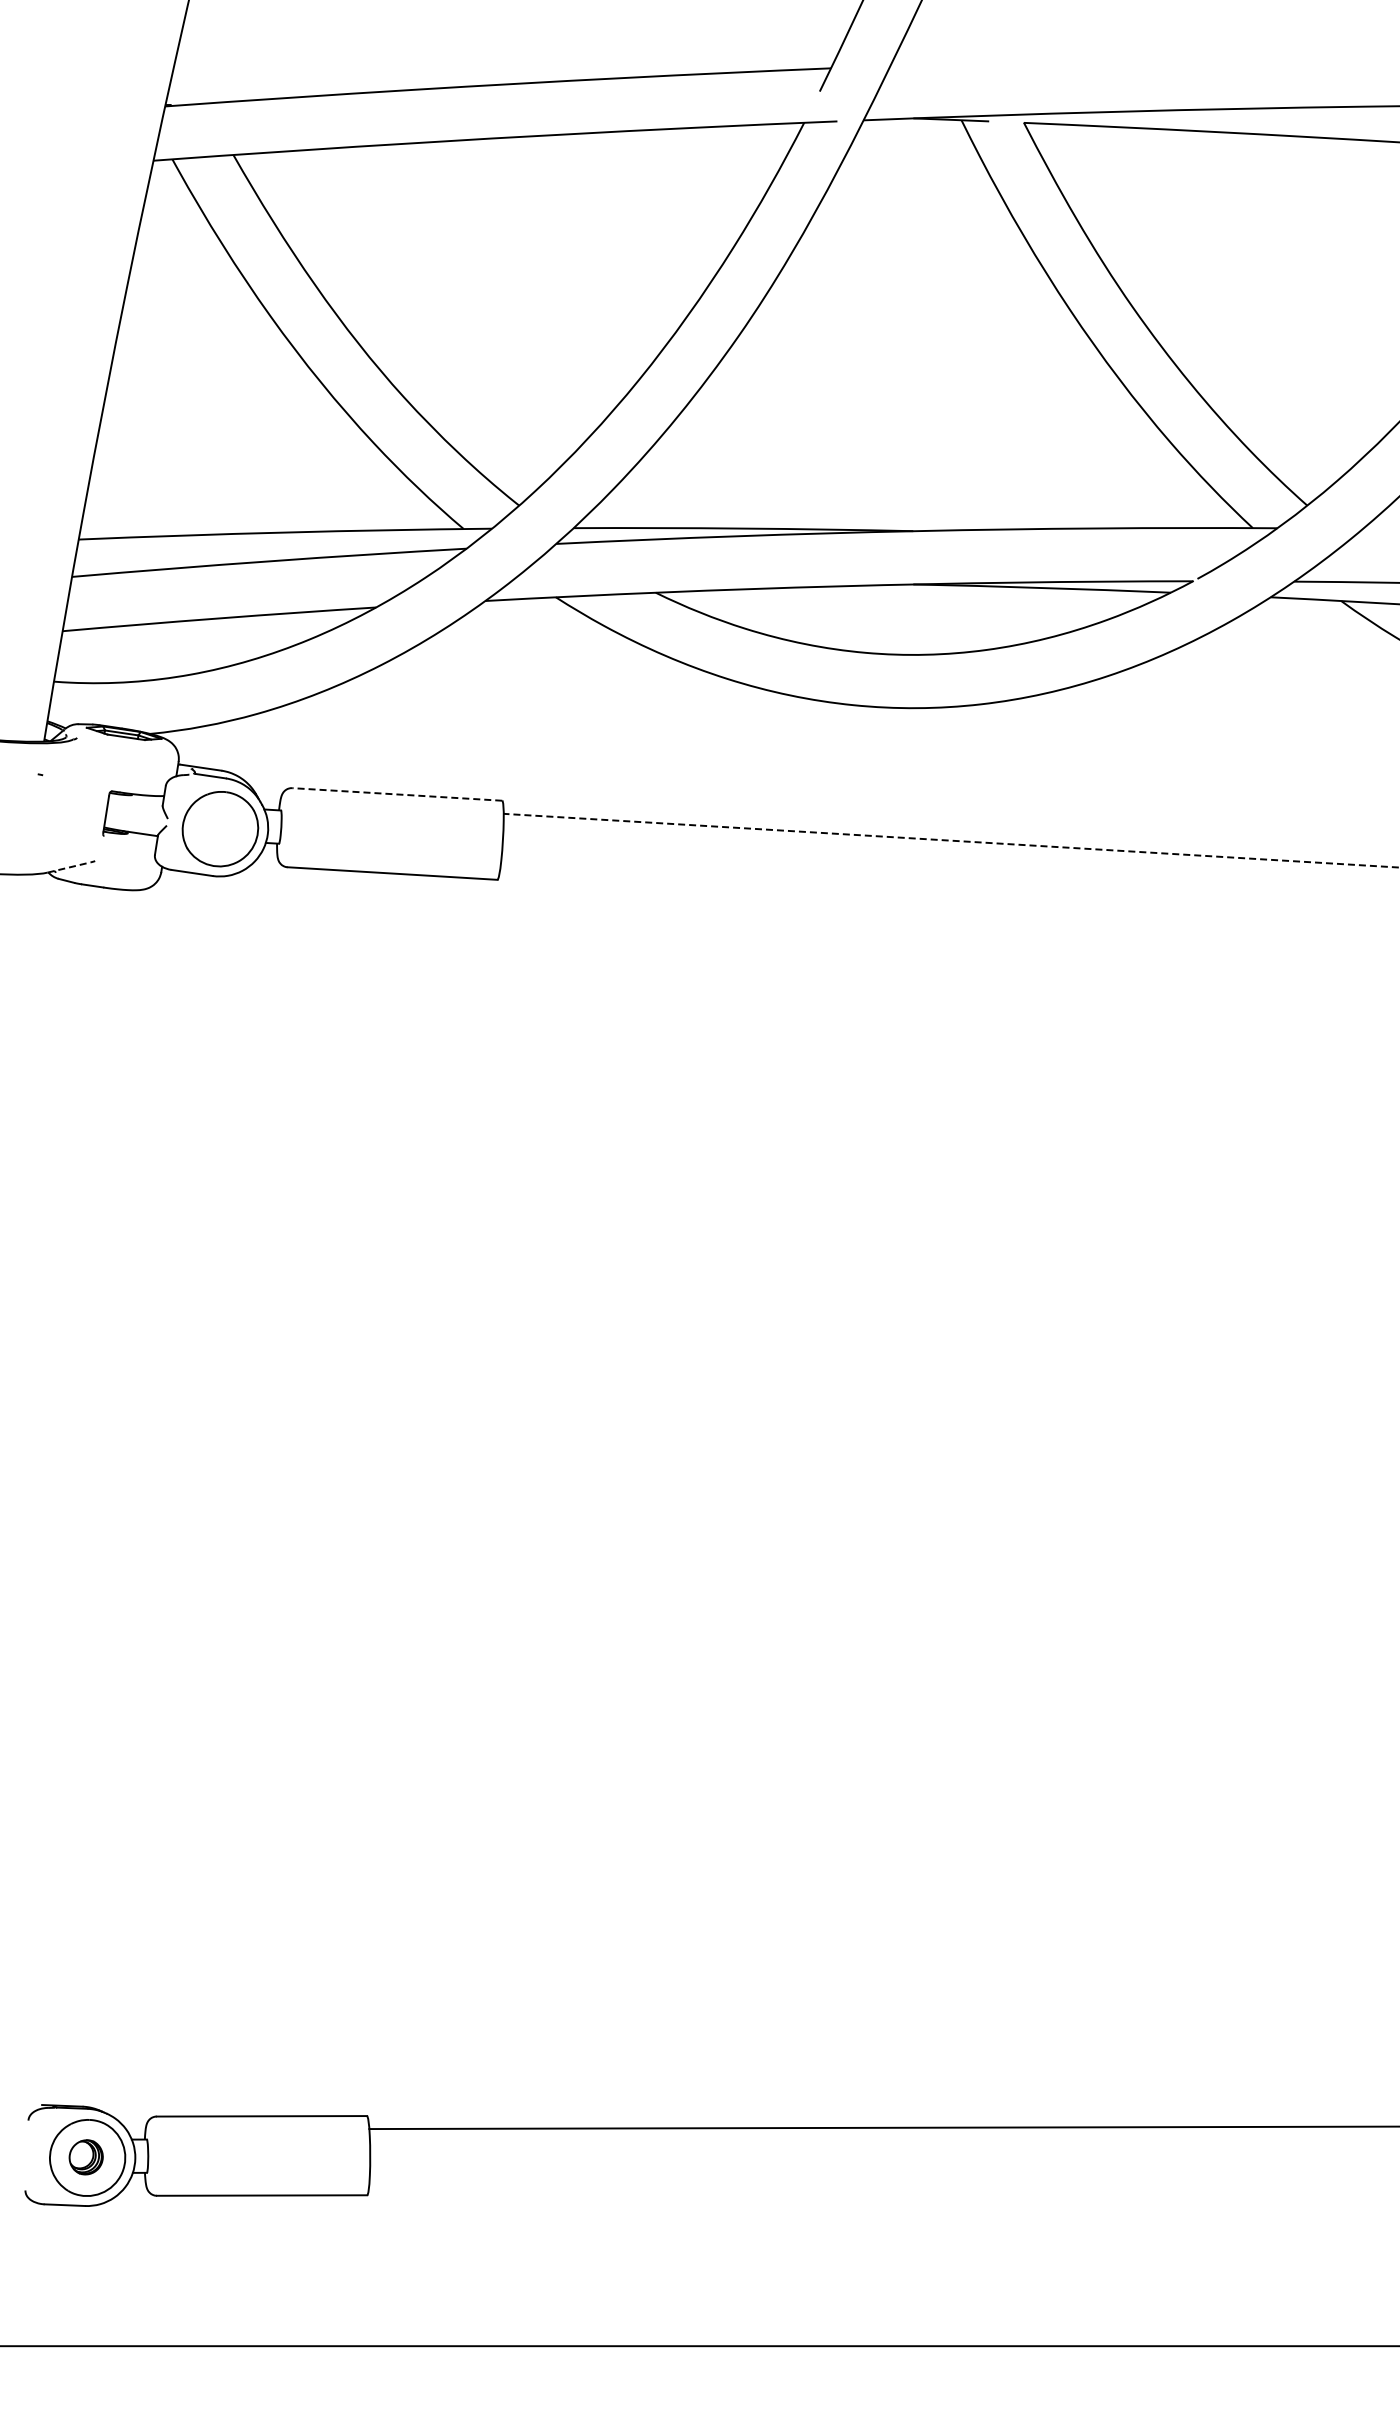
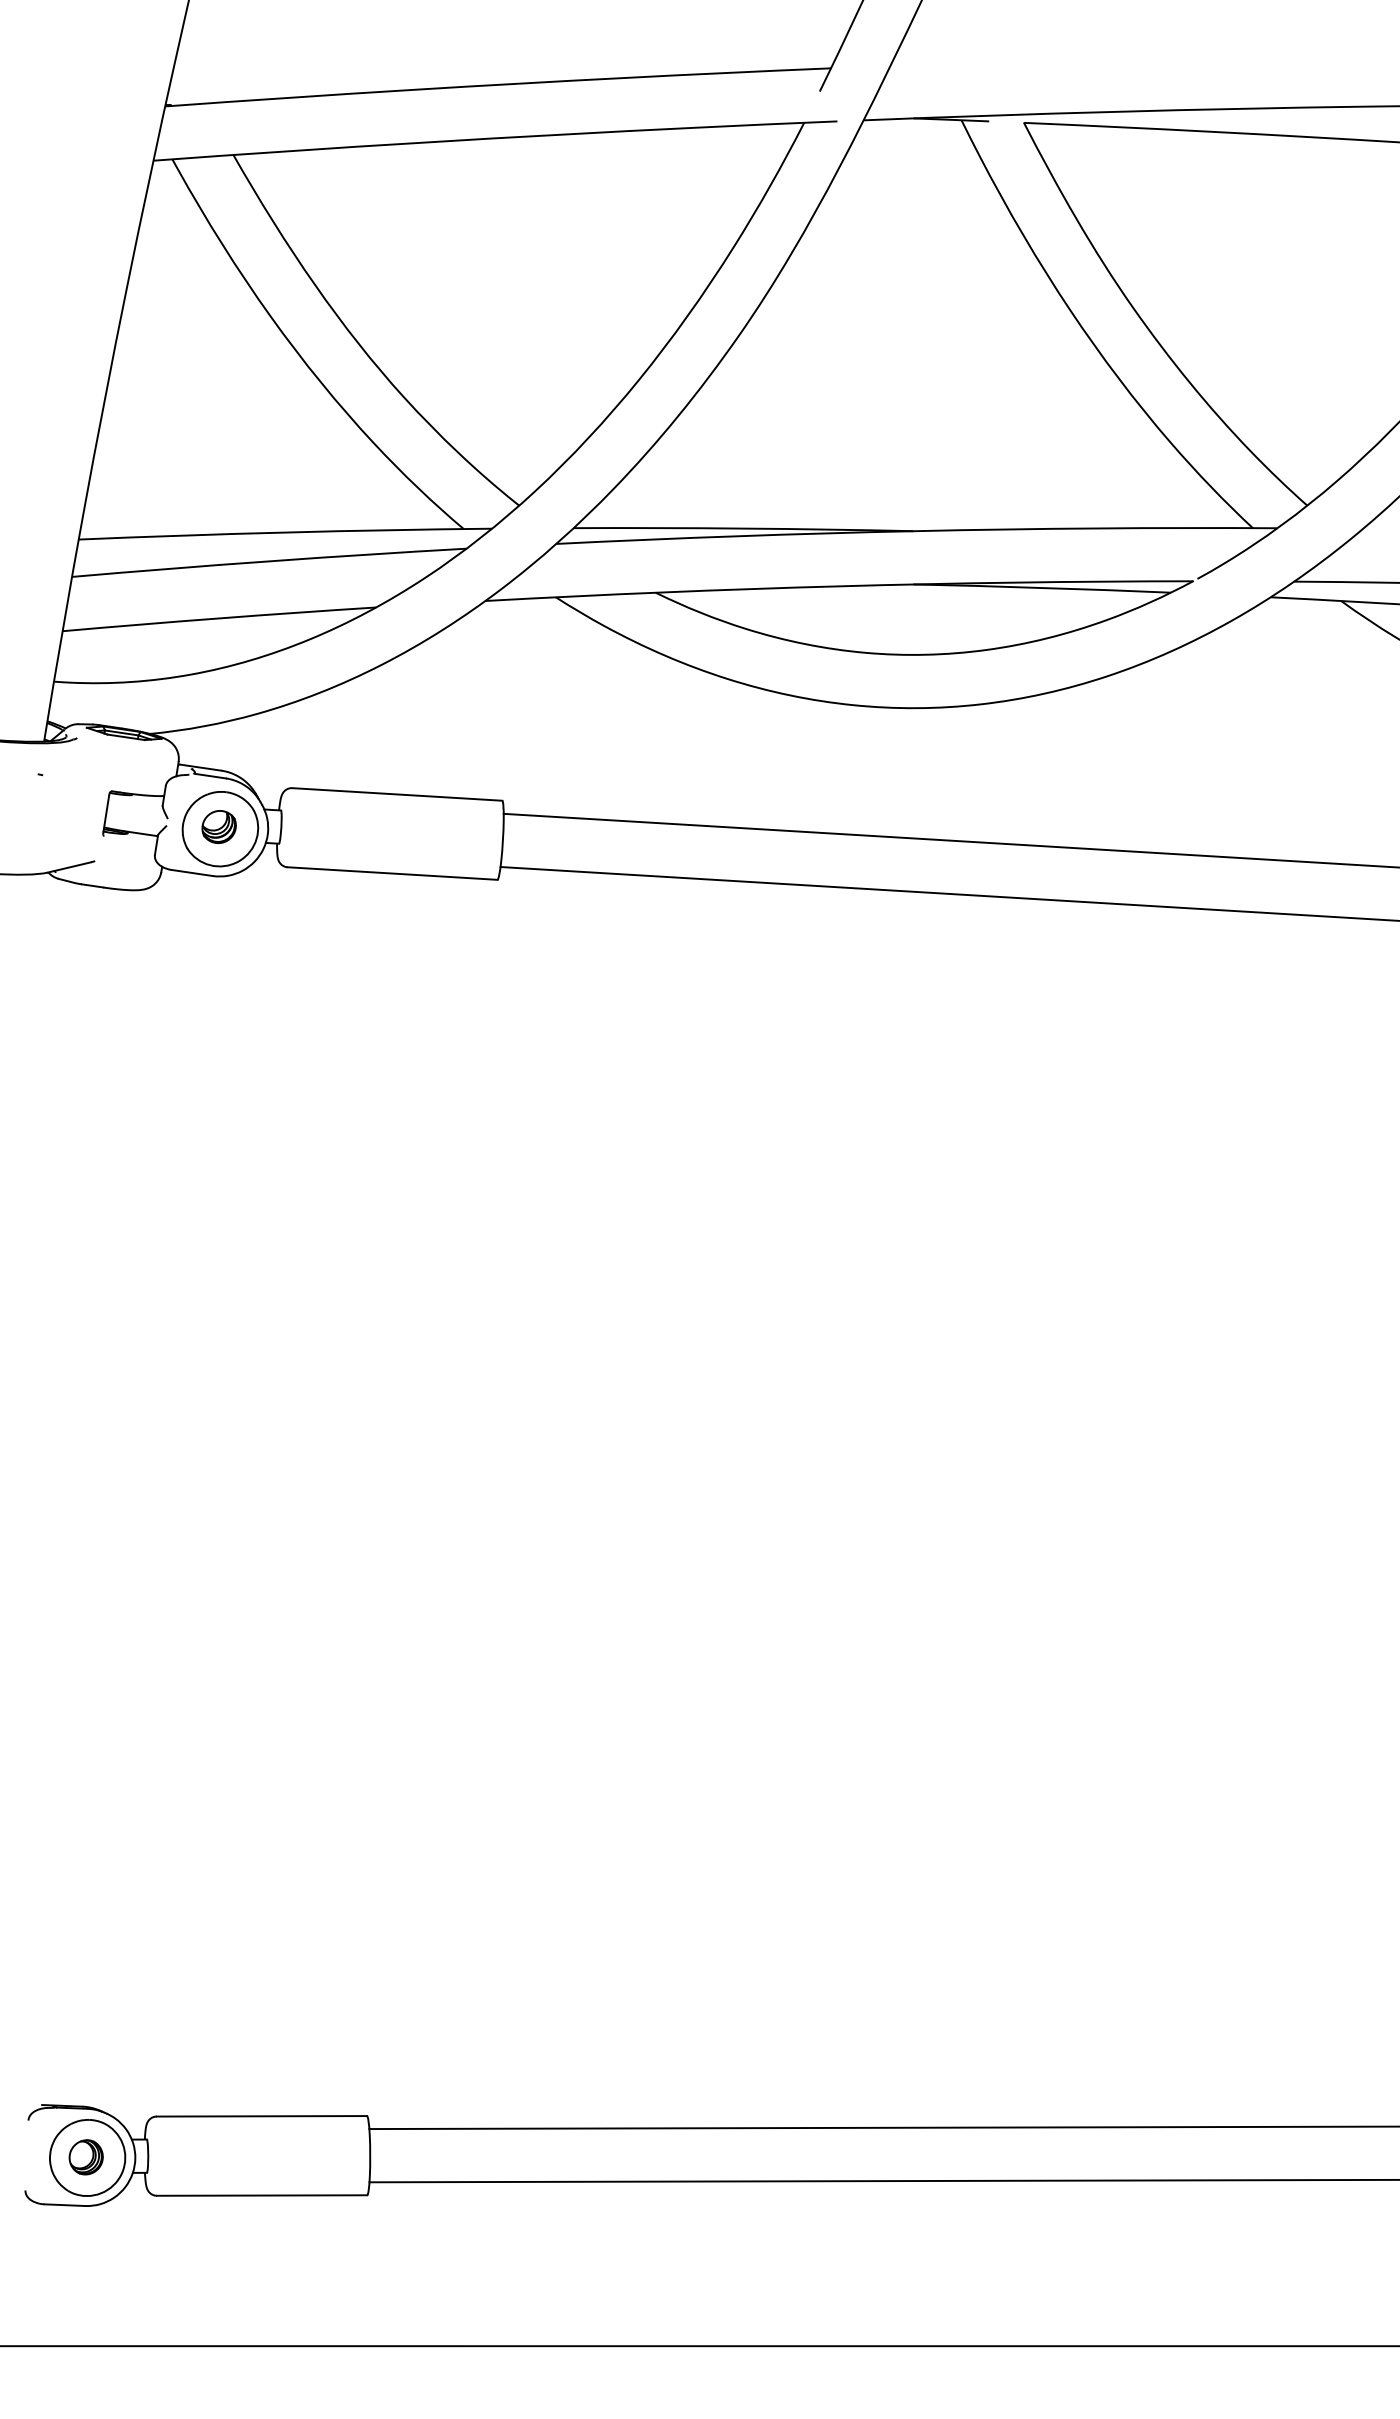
line at (396, 794): dashed -> solid
part at (218, 826): none -> present
line at (951, 840): dashed -> solid
line at (69, 867): dashed -> solid
line at (948, 893): none -> present
line at (882, 2180): none -> present
